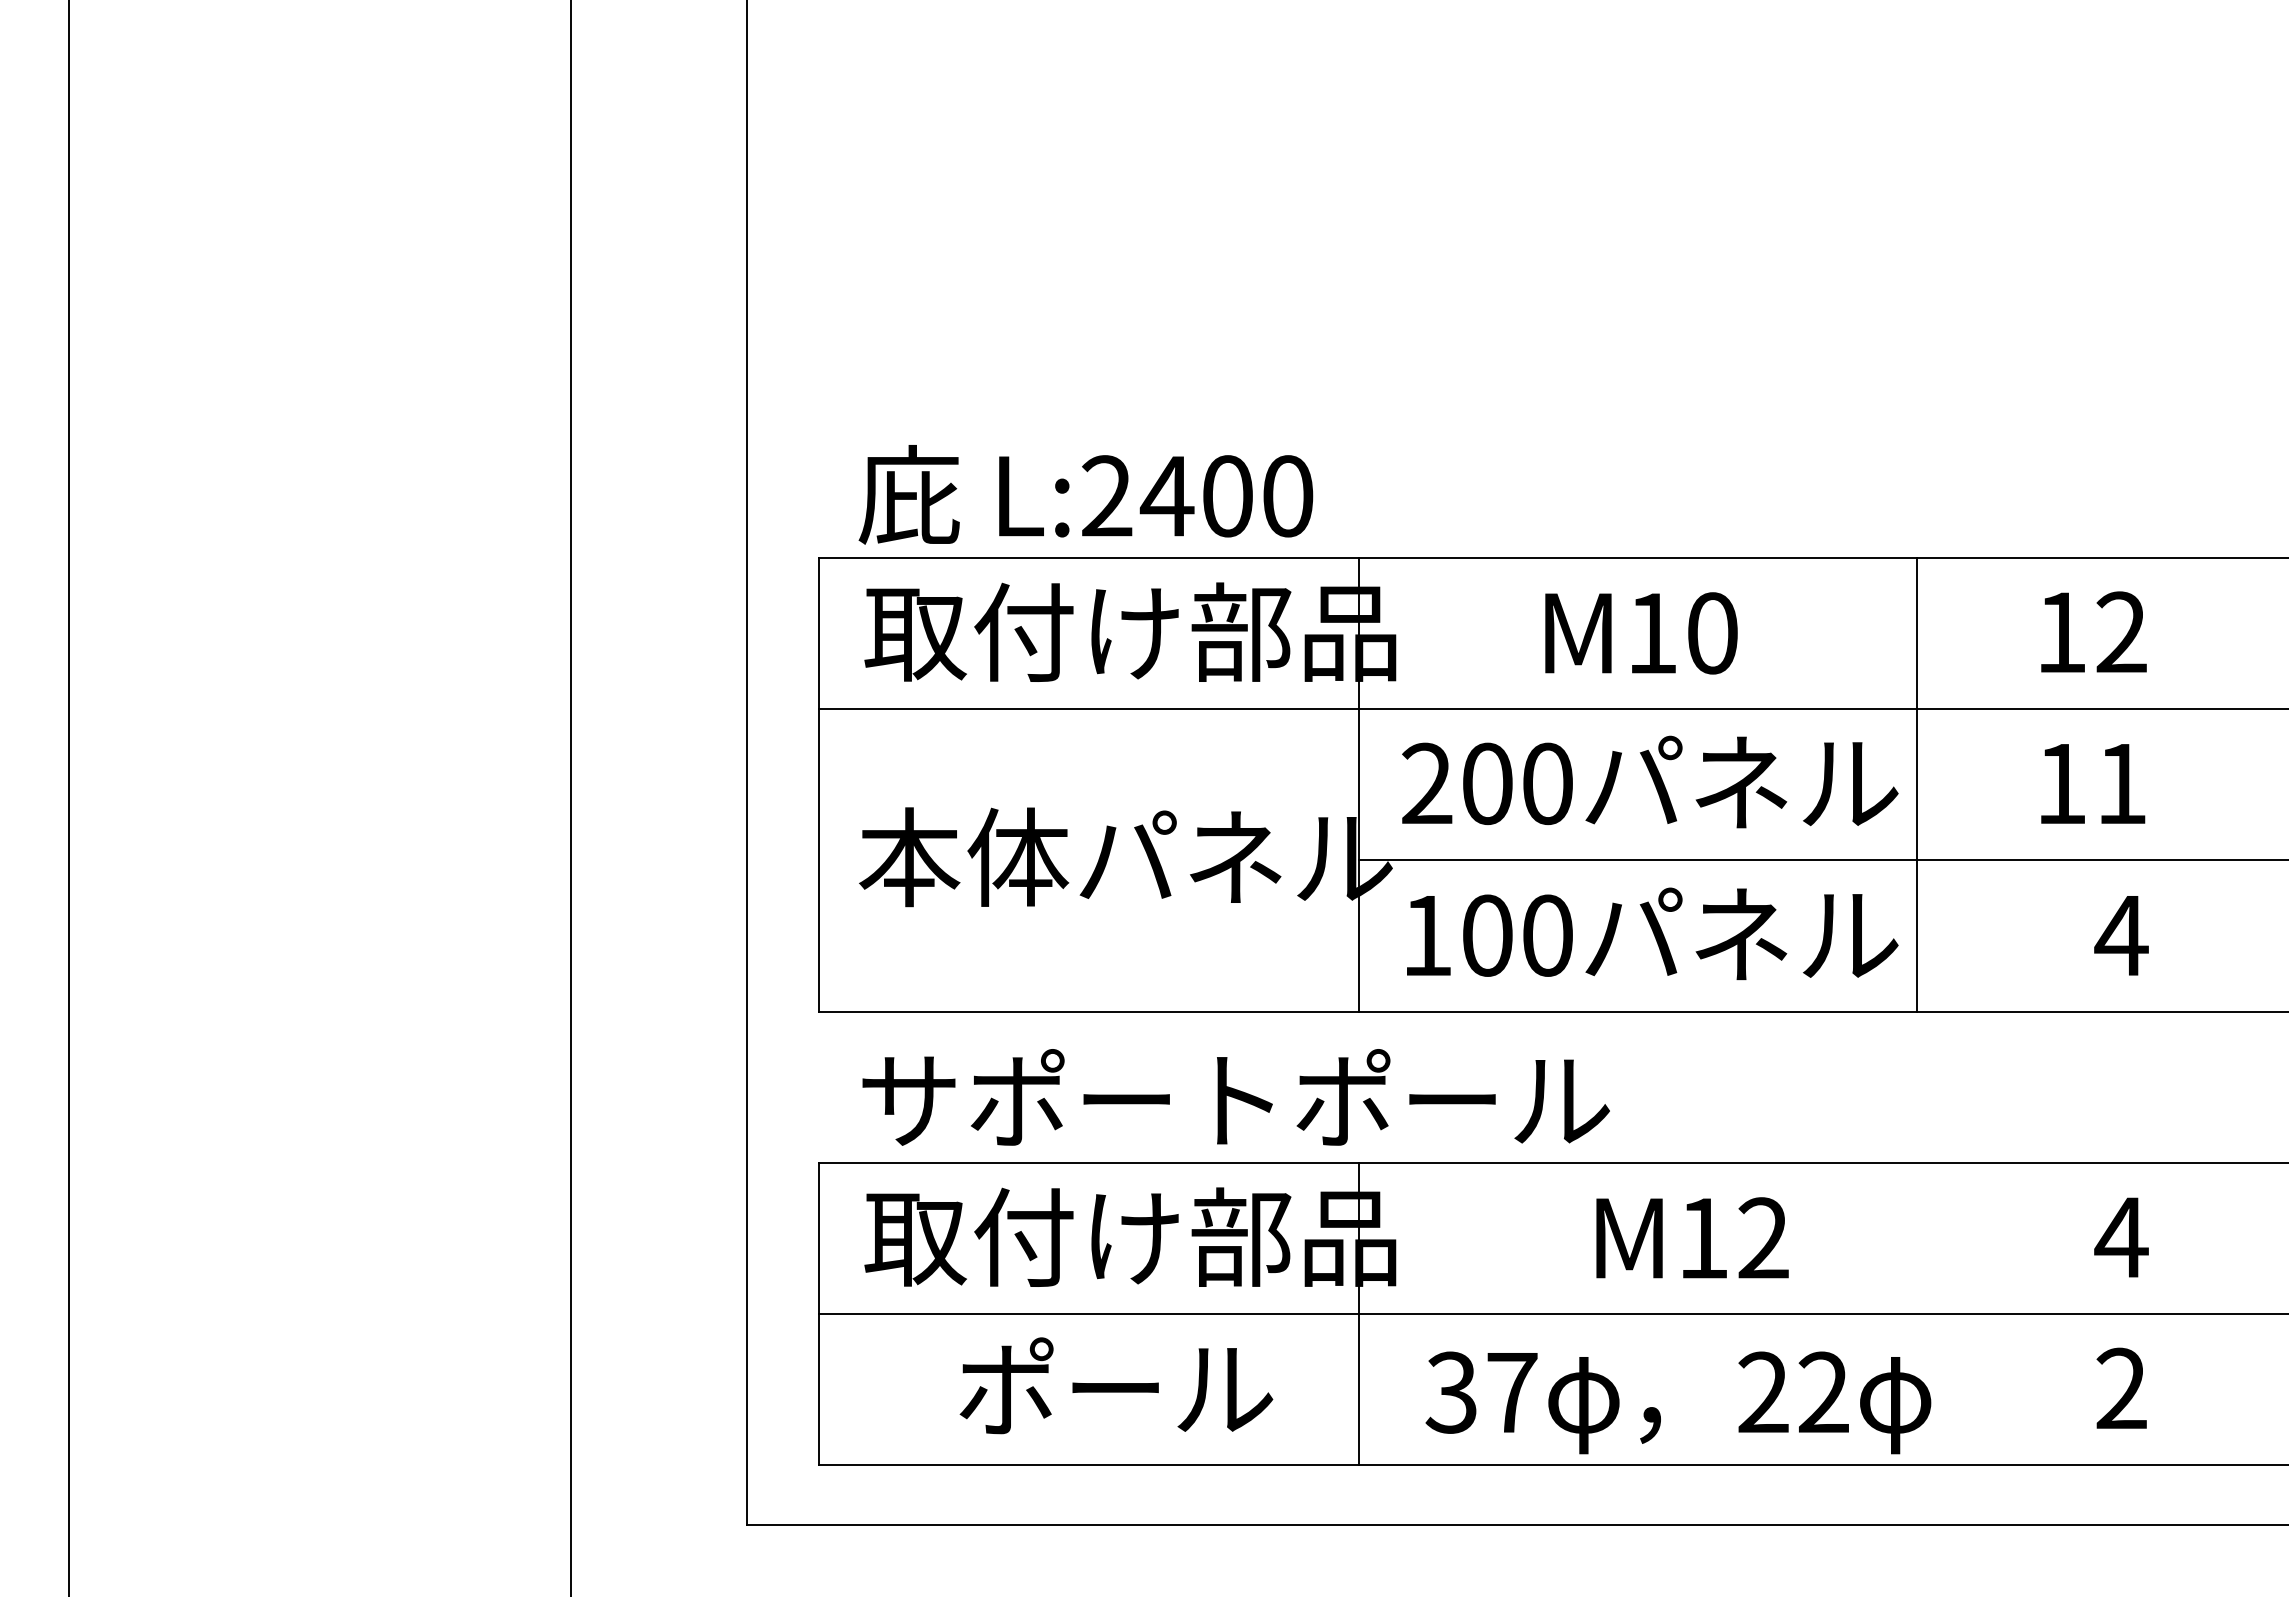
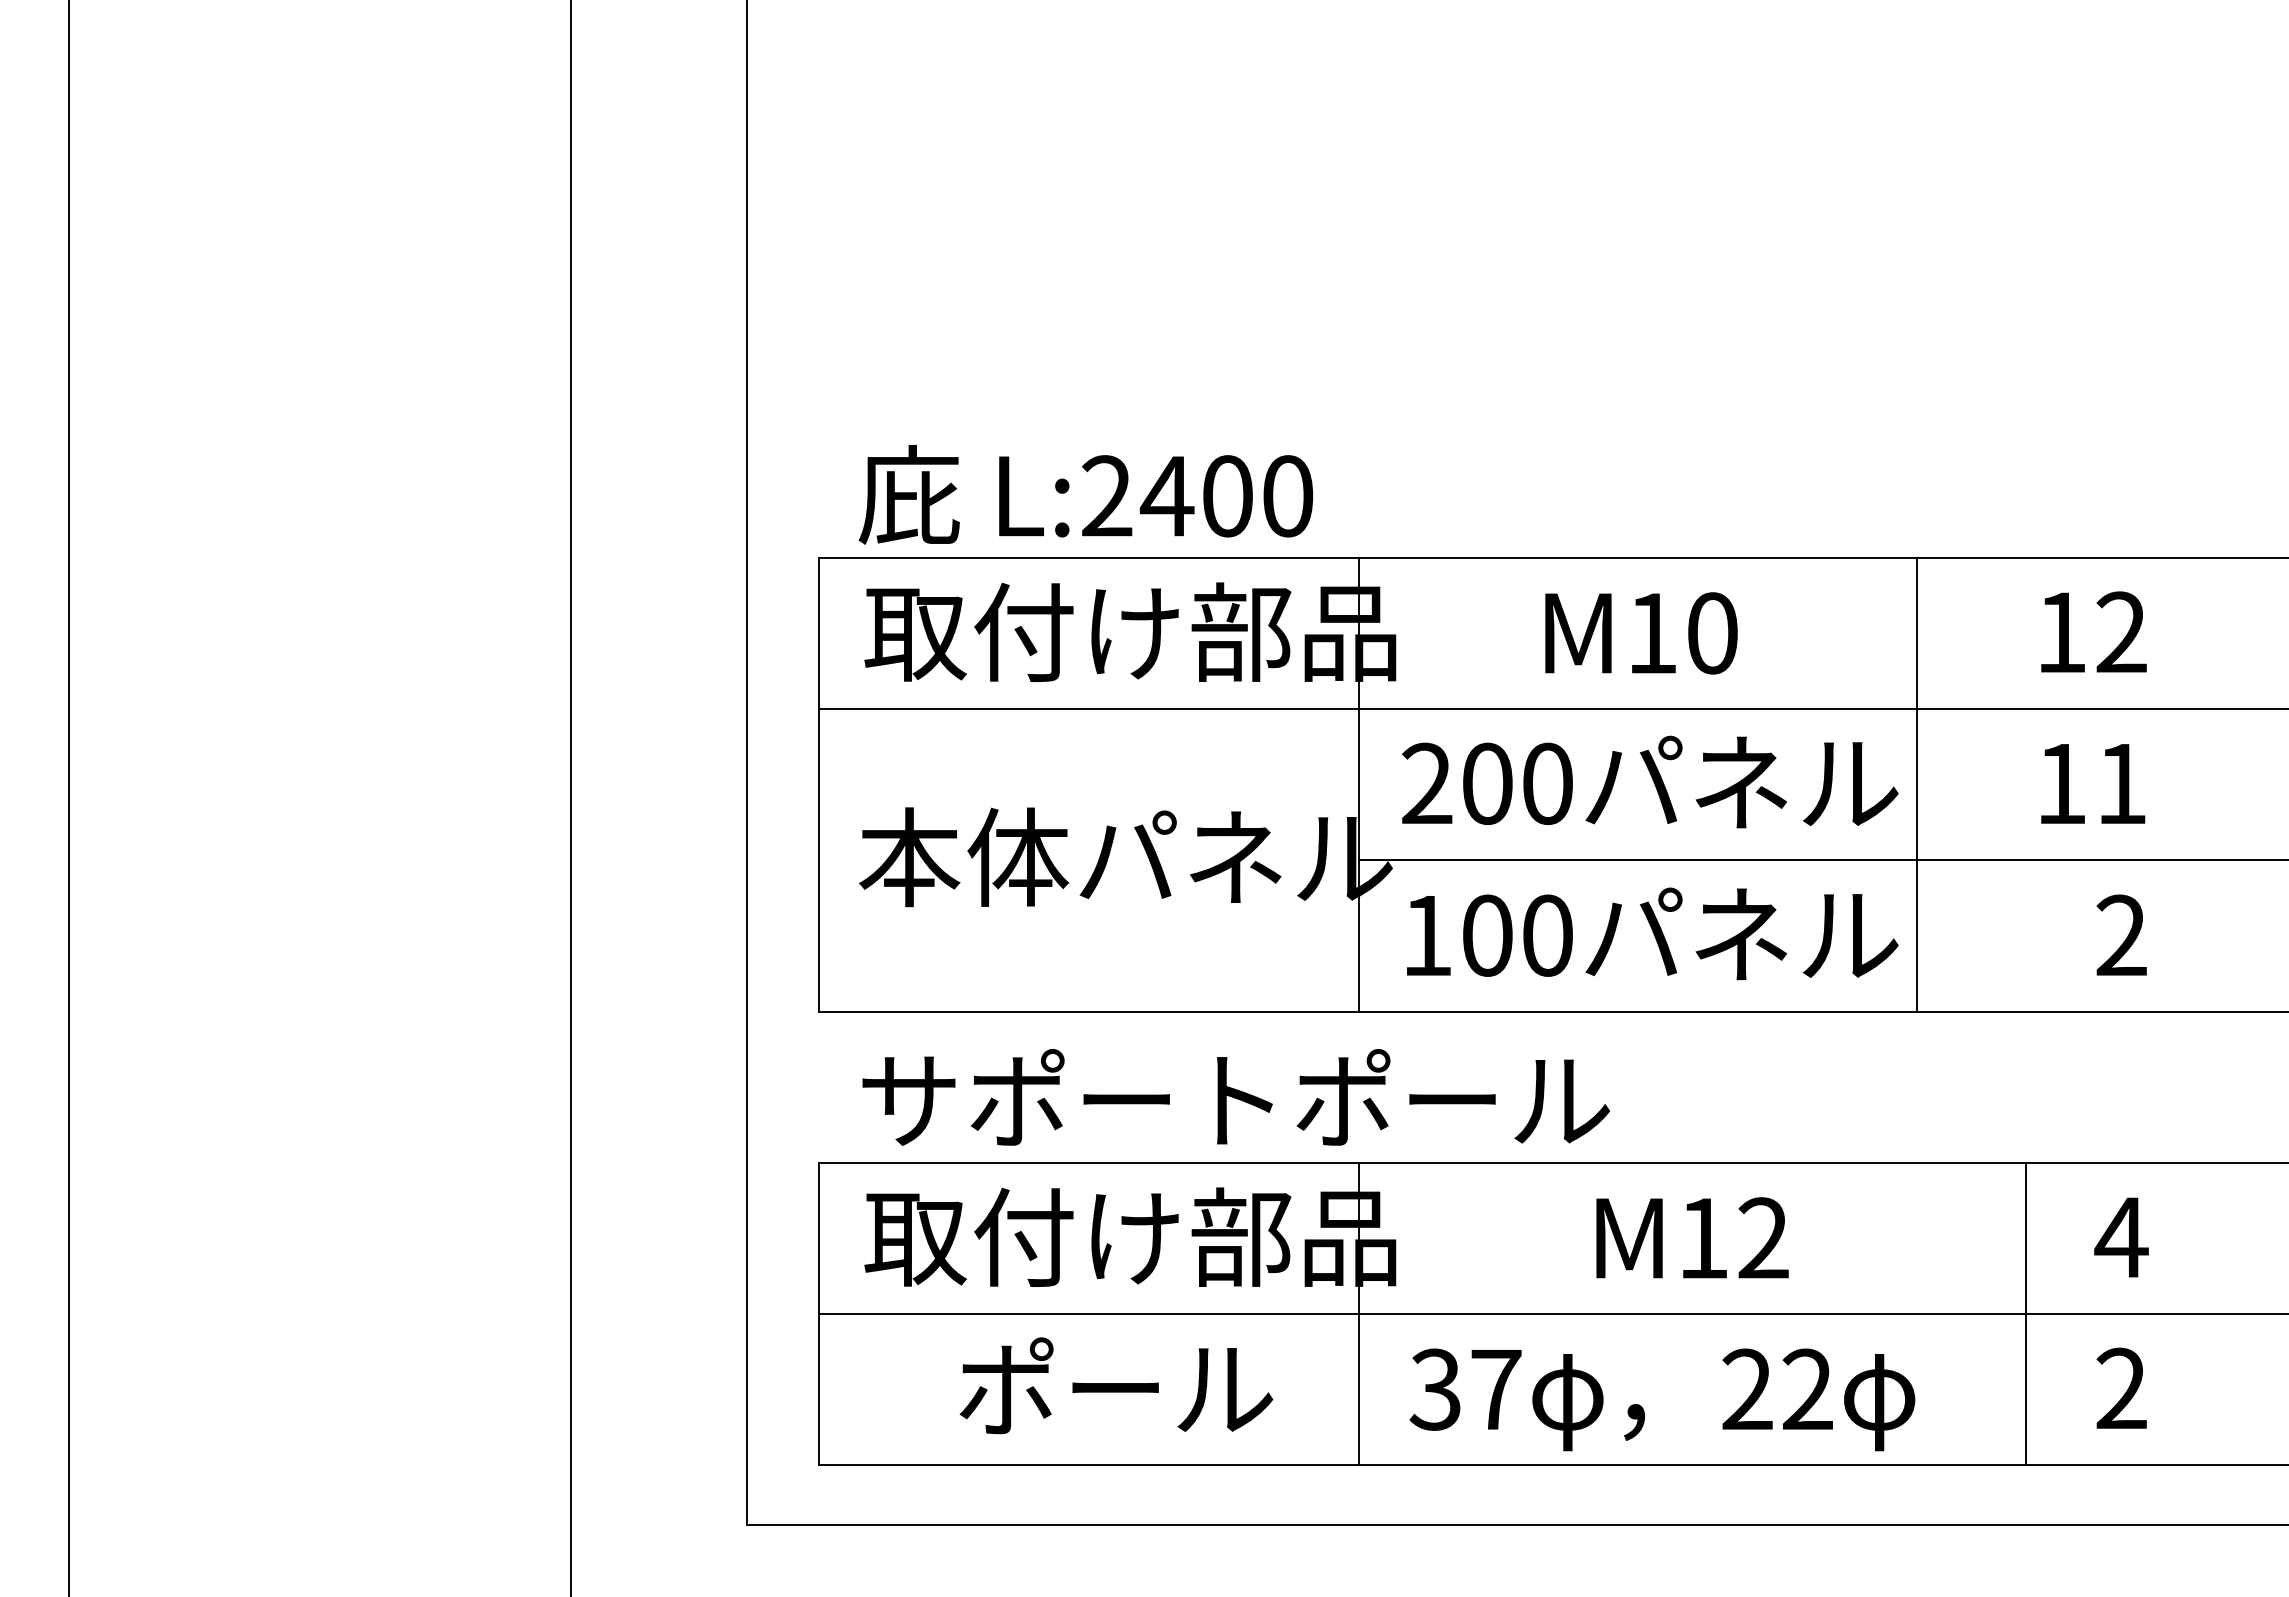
text at (2121, 934): 4 -> 2
line at (2026, 1313): none -> present
text at (1678, 1402) position: (1678, 1402) -> (1662, 1399)
